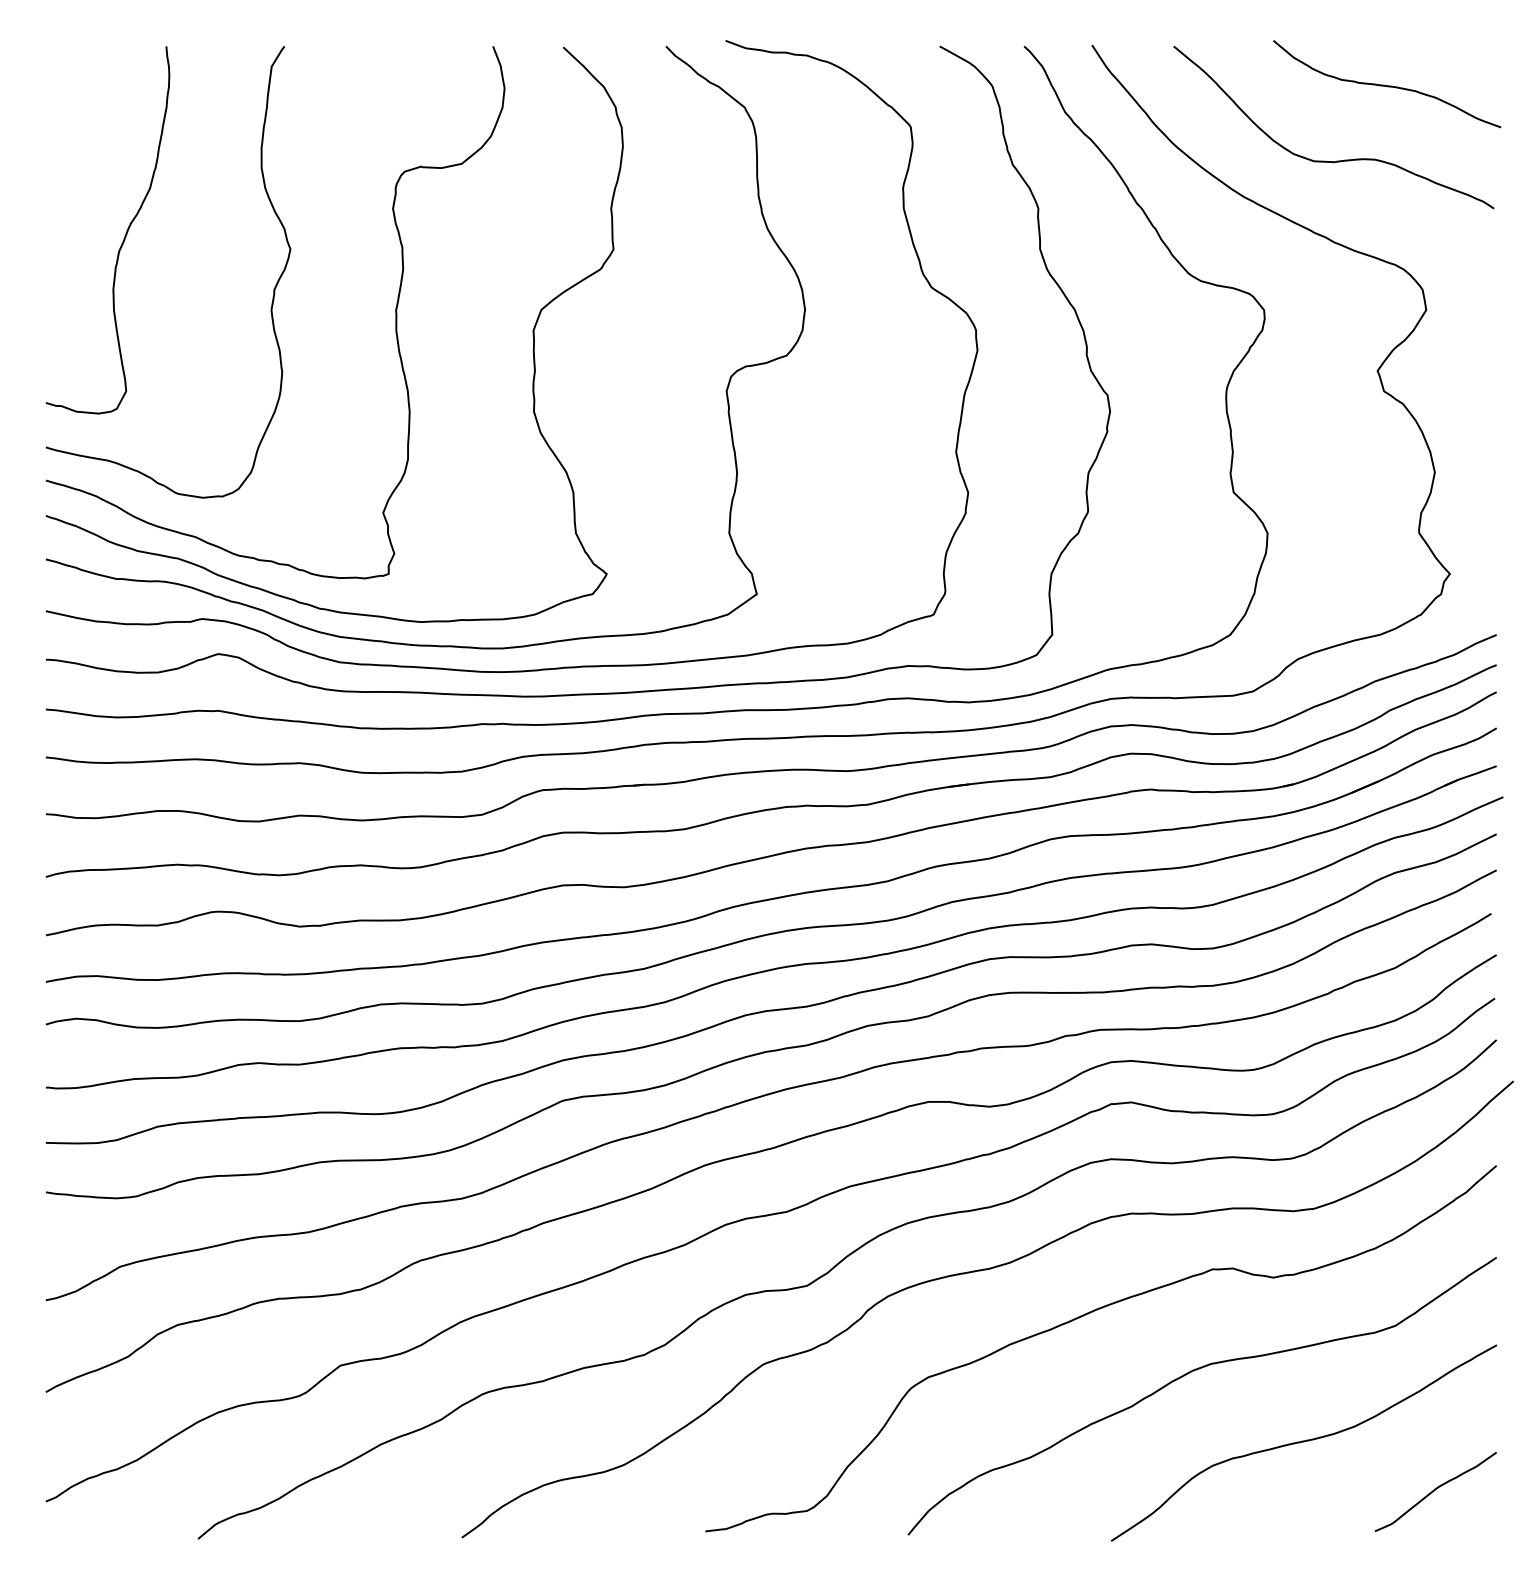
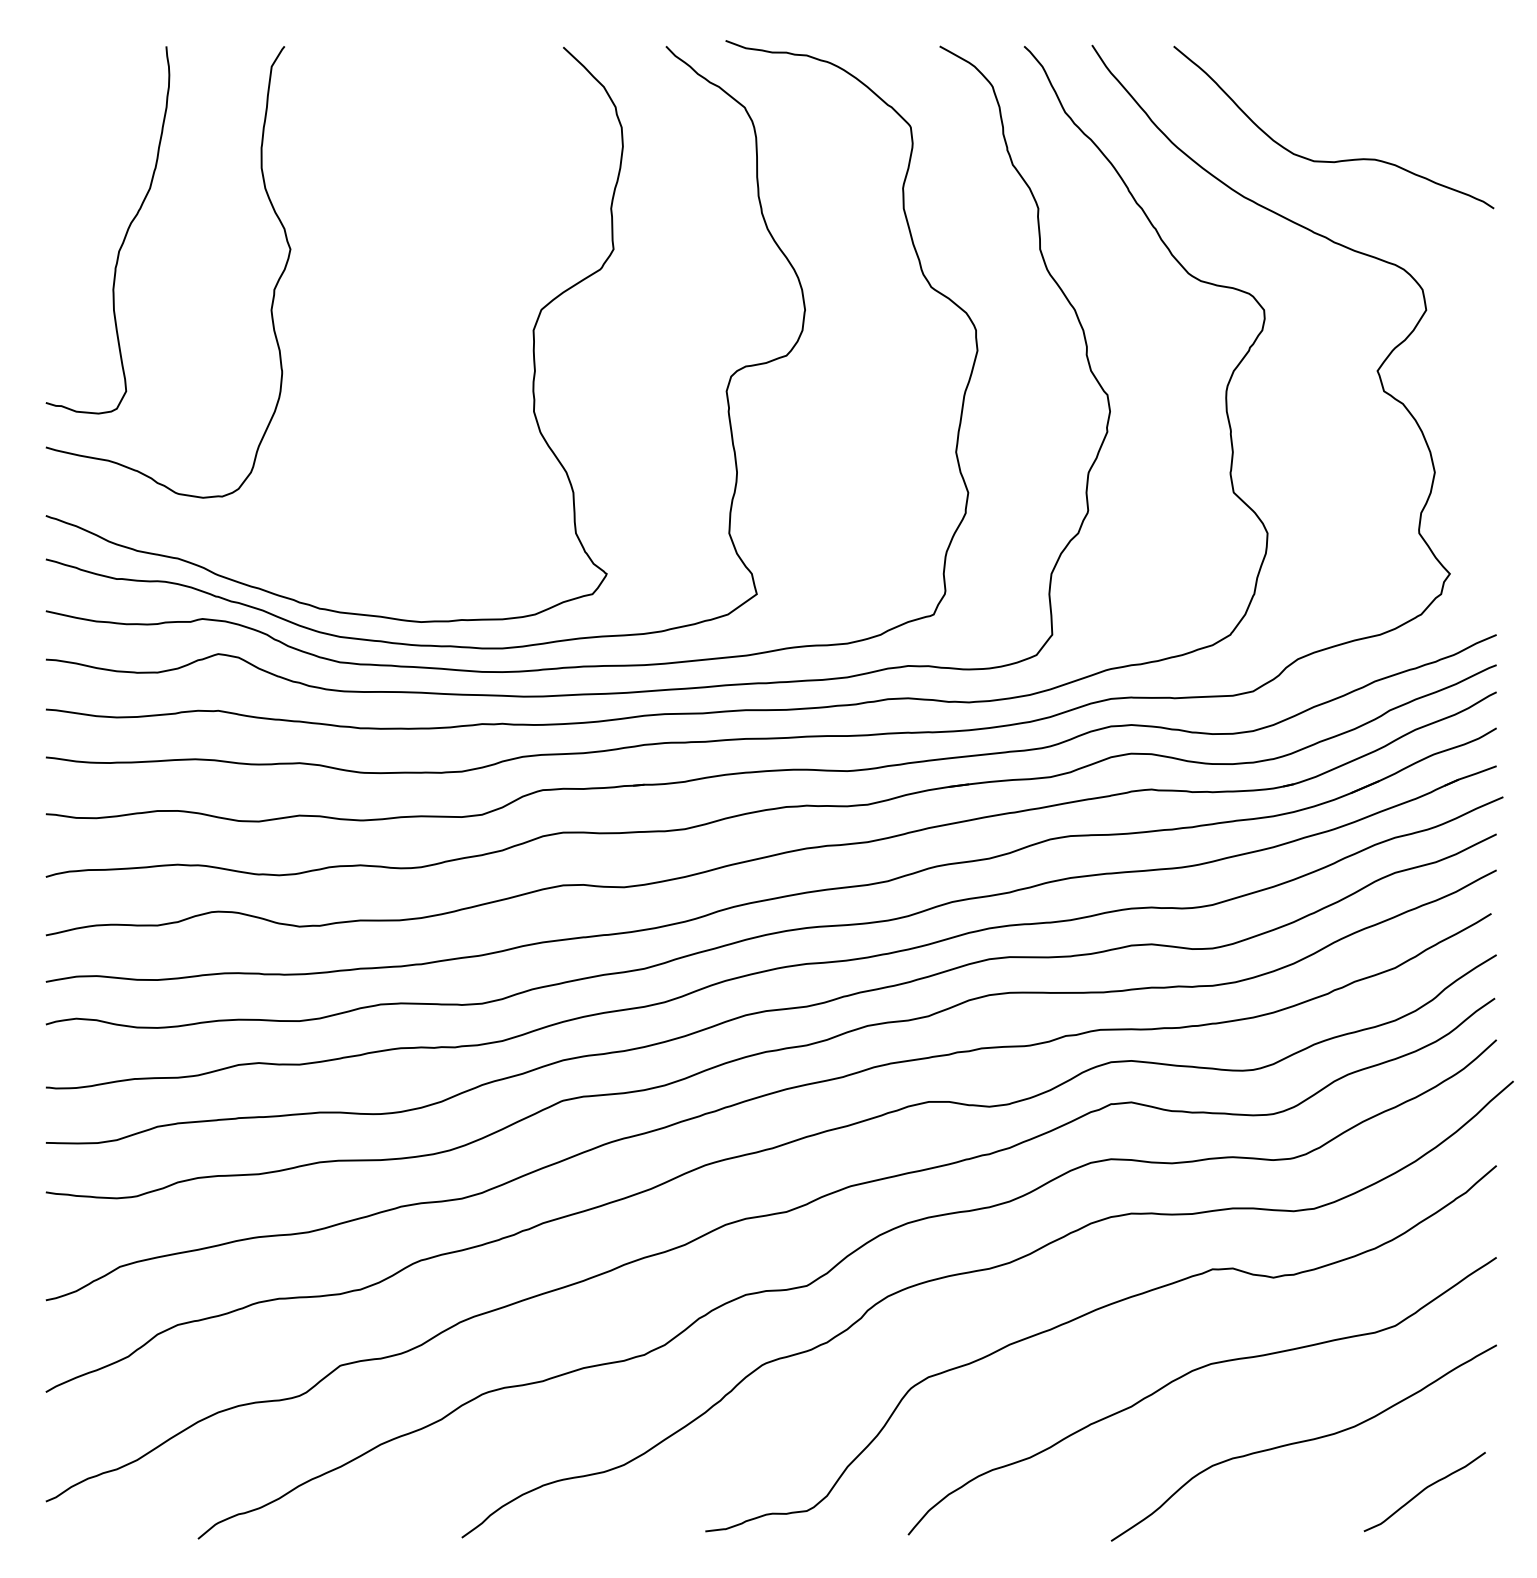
curve at (1387, 85): present -> none
curve at (395, 312): present -> none
curve at (1434, 1491) position: (1434, 1491) -> (1423, 1491)
